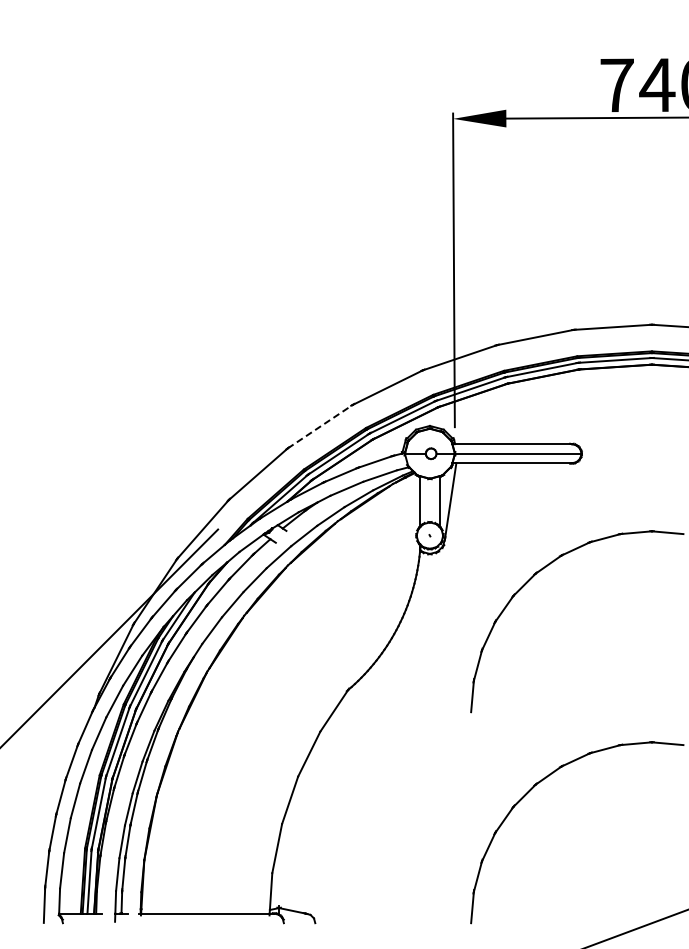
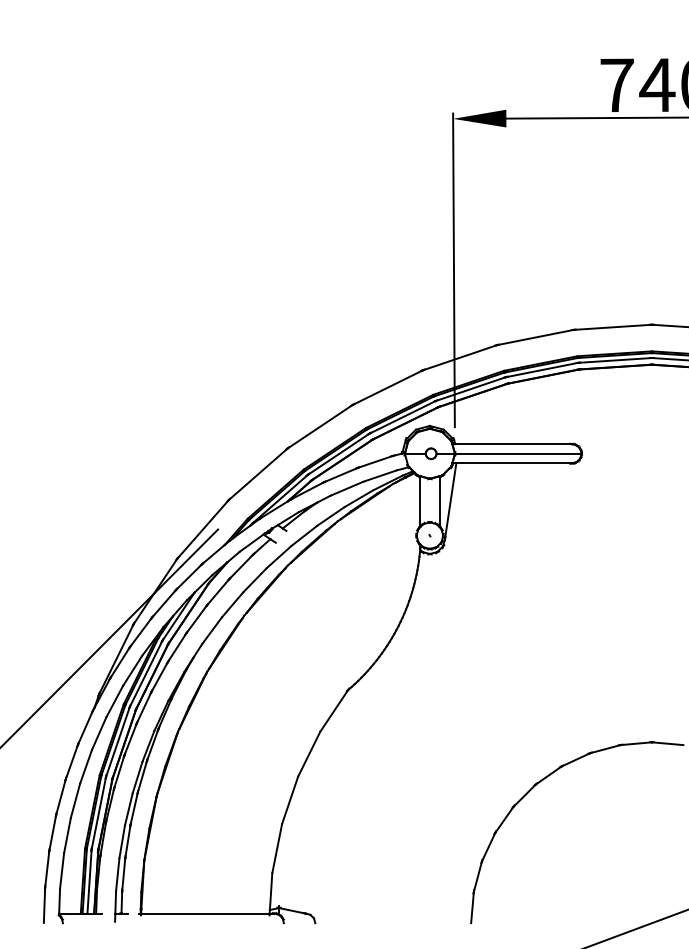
line at (320, 426): dashed -> solid
part at (542, 570): present -> none
